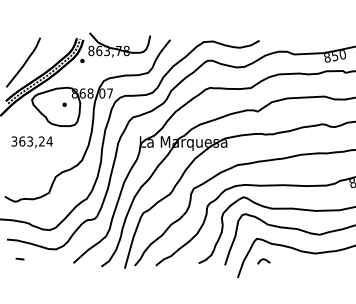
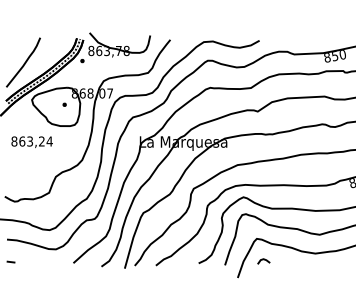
text at (14, 141): 363,24 -> 863,24
line at (19, 258) position: (19, 258) -> (10, 261)
